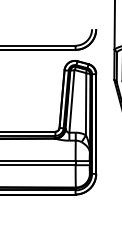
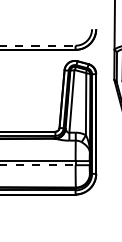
line at (38, 45): solid -> dashed
line at (37, 165): solid -> dashed
